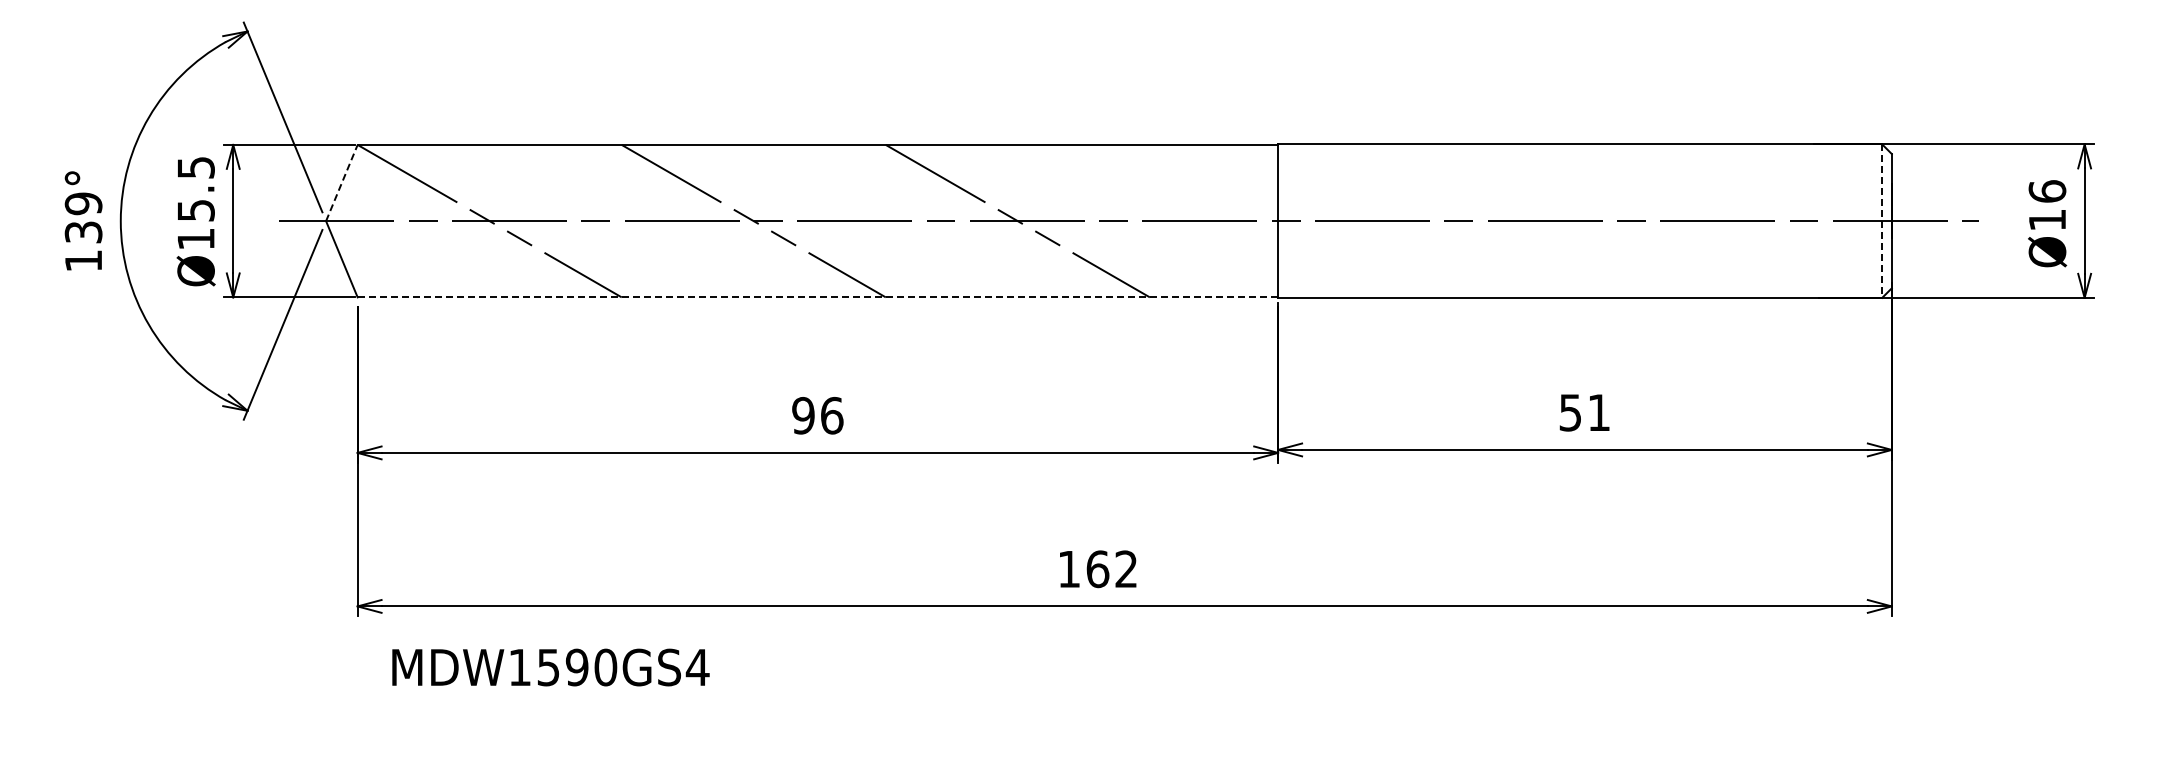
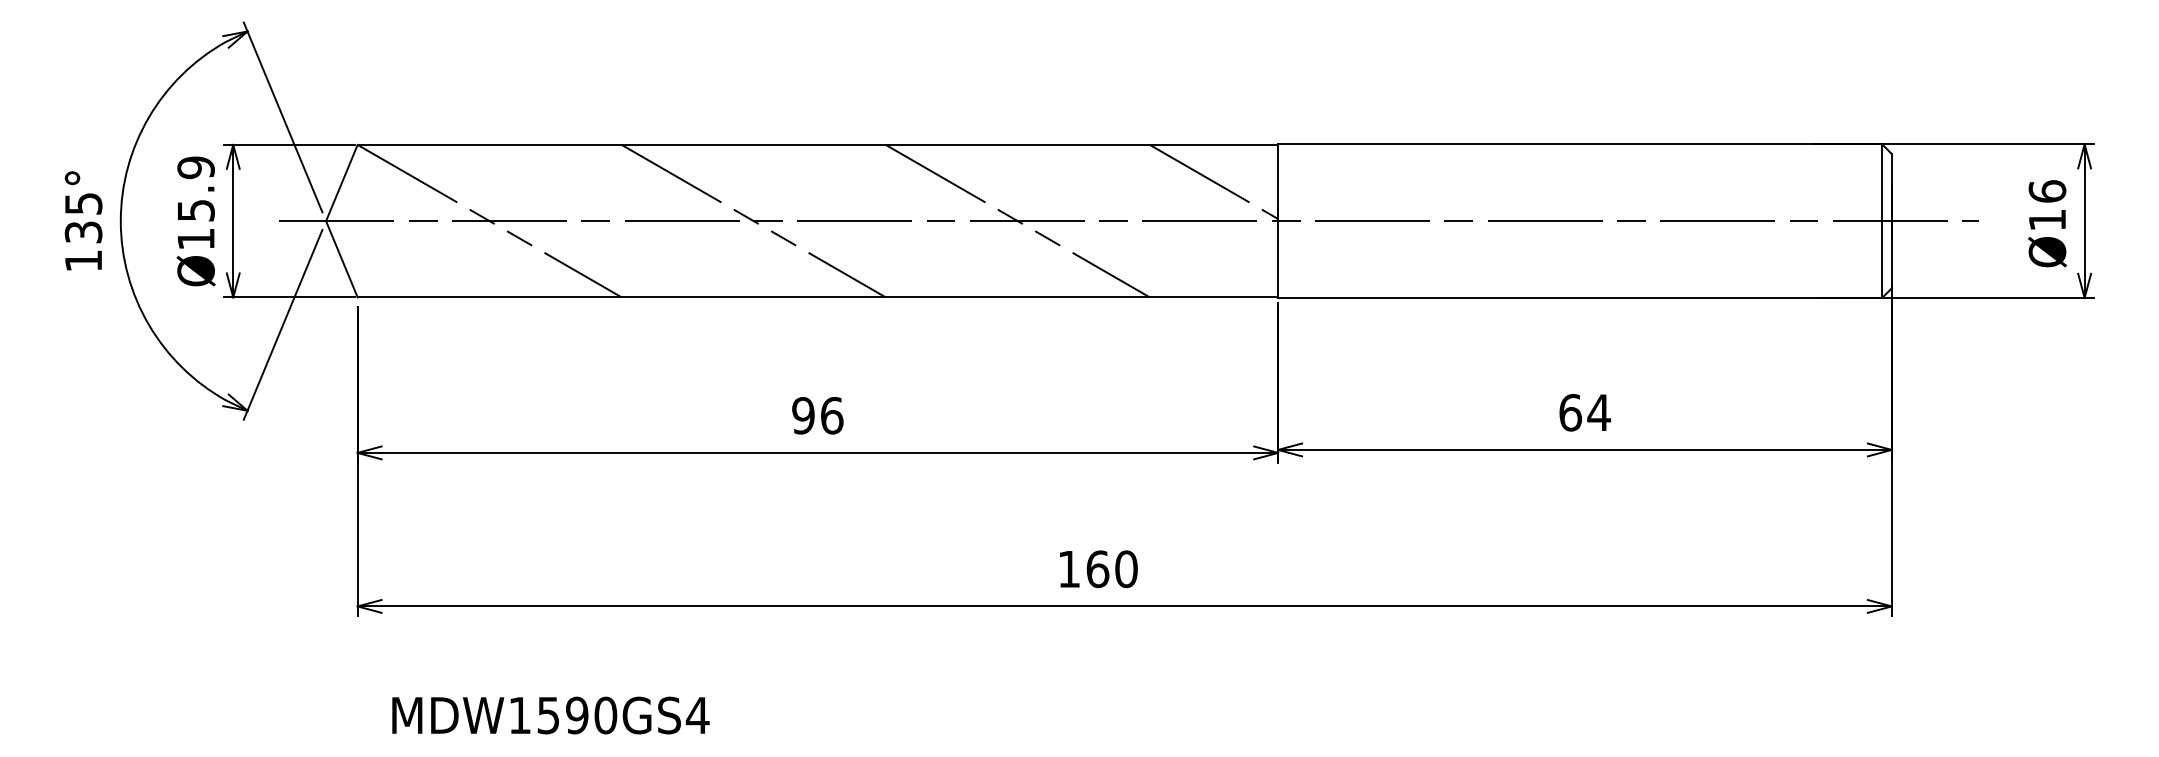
text at (195, 167): Ø15.5 -> Ø15.9
line at (1213, 181): none -> present
line at (342, 182): dashed -> solid
text at (83, 203): 139° -> 135°
line at (1882, 221): dashed -> solid
line at (818, 297): dashed -> solid
text at (1584, 412): 51 -> 64
text at (1126, 569): 162 -> 160
text at (550, 667) position: (550, 667) -> (550, 715)
